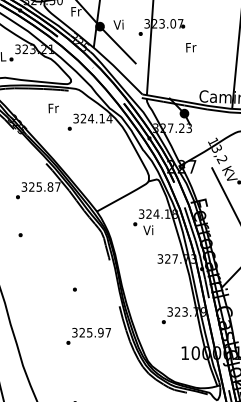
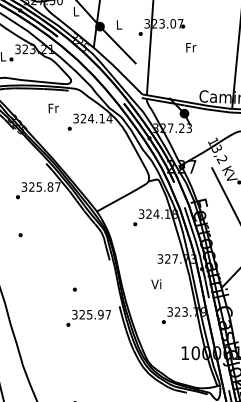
text at (76, 11): Fr -> L
text at (118, 24): Vi -> L
text at (148, 230) position: (148, 230) -> (156, 284)
text at (88, 335) position: (88, 335) -> (88, 317)
